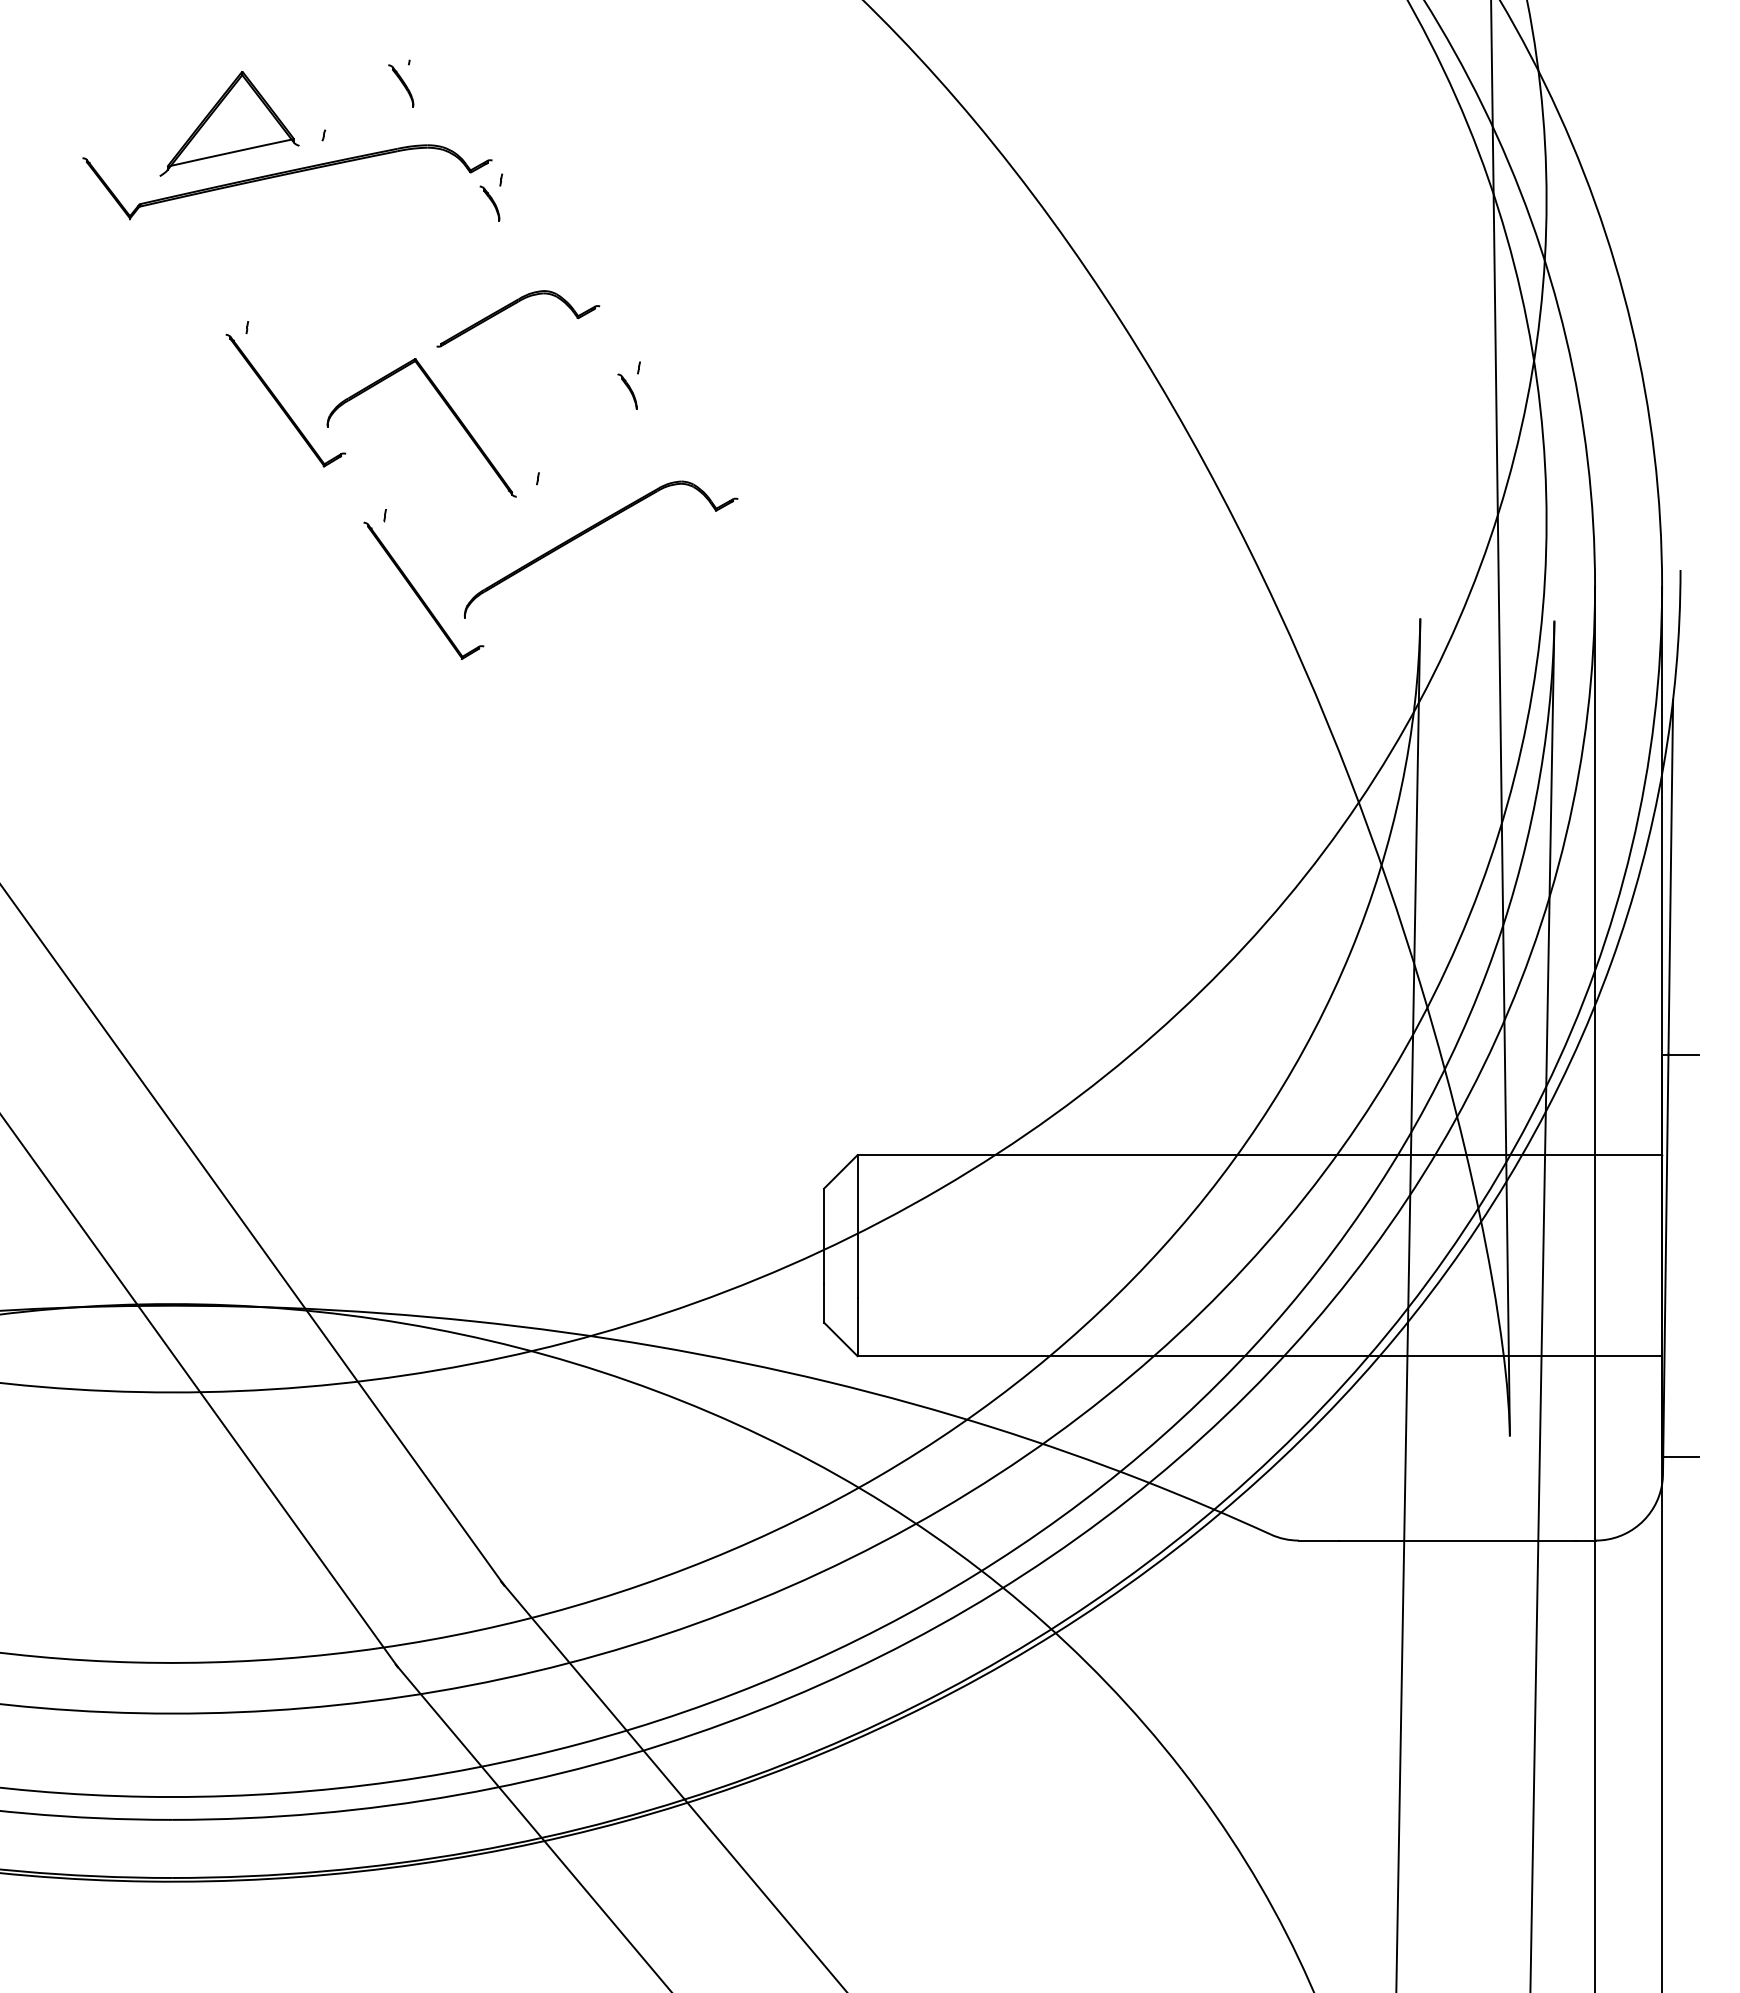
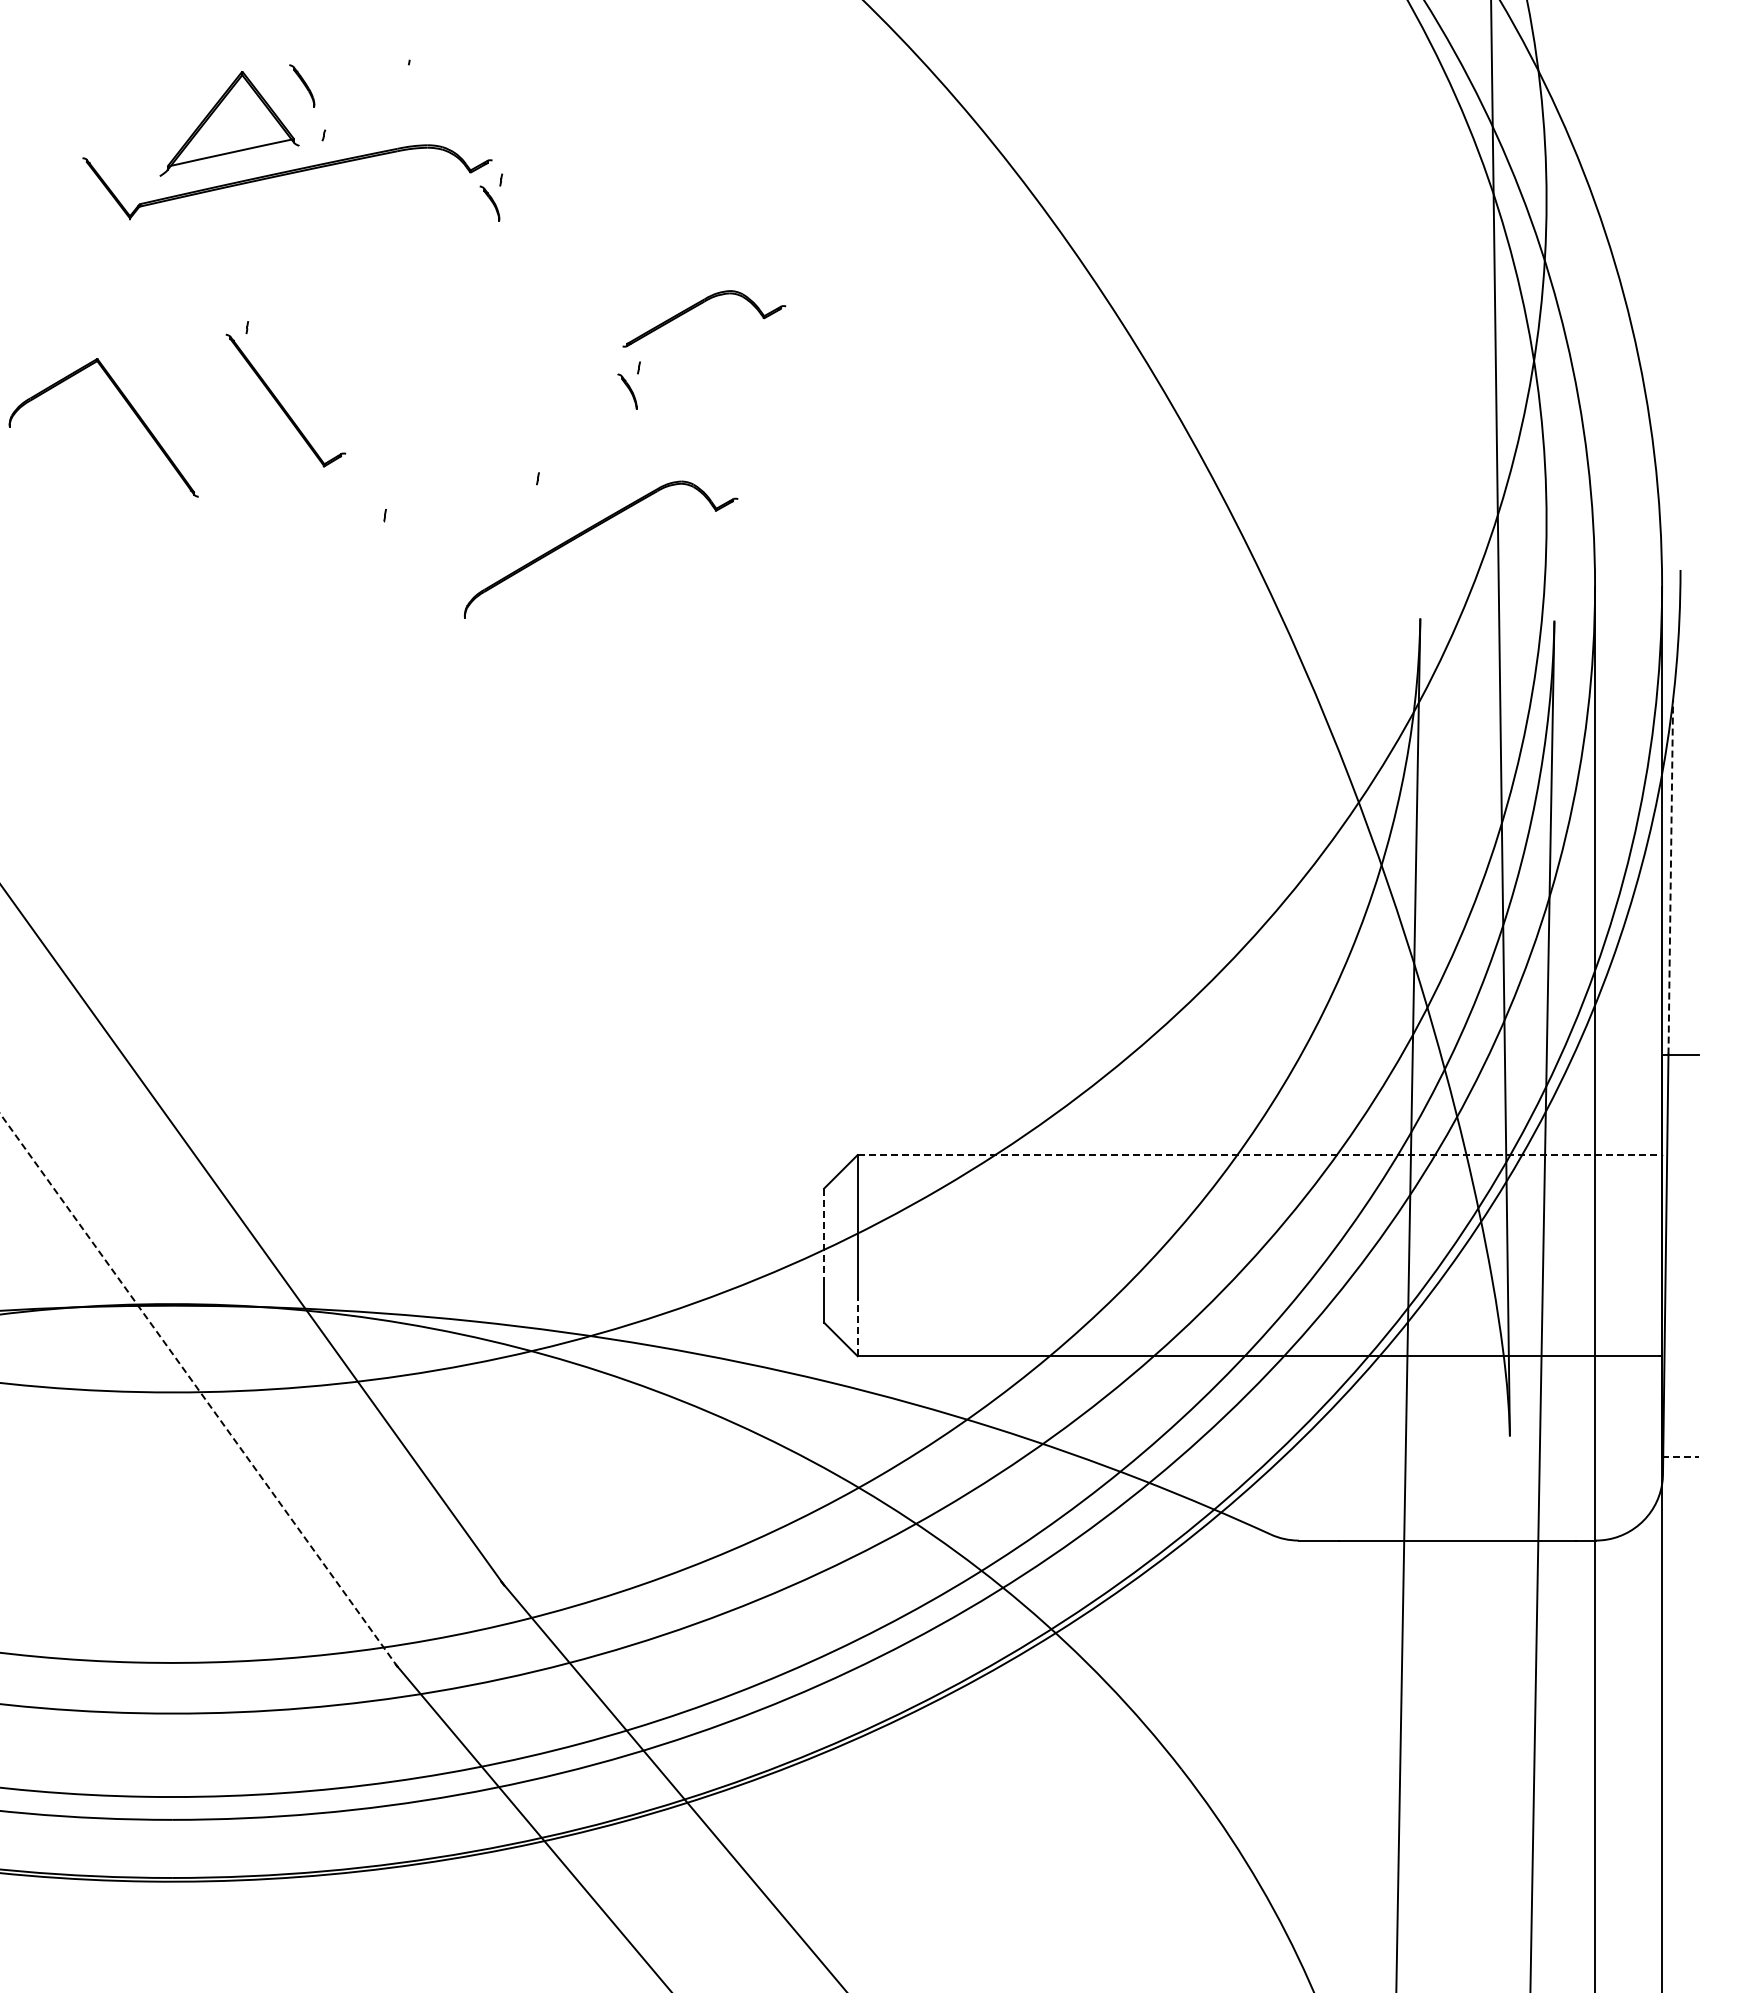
part at (401, 85) position: (401, 85) -> (302, 85)
part at (512, 306) position: (512, 306) -> (698, 306)
part at (448, 408) position: (448, 408) -> (130, 408)
part at (423, 590): present -> none
line at (1670, 876): solid -> dashed
line at (1260, 1155): solid -> dashed
line at (824, 1236): solid -> dashed
line at (857, 1326): solid -> dashed
line at (199, 1390): solid -> dashed
line at (1681, 1456): solid -> dashed
